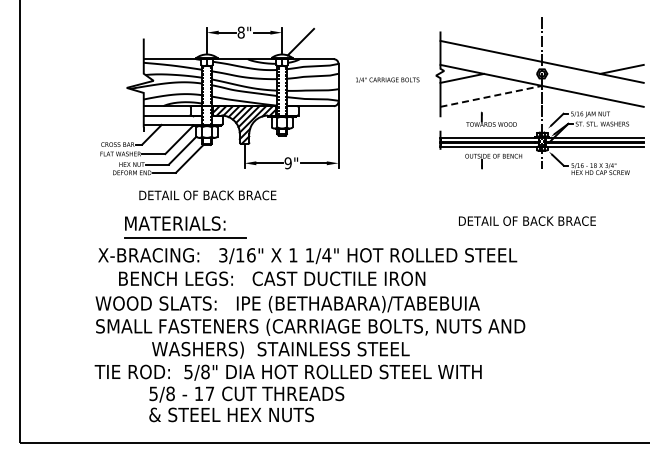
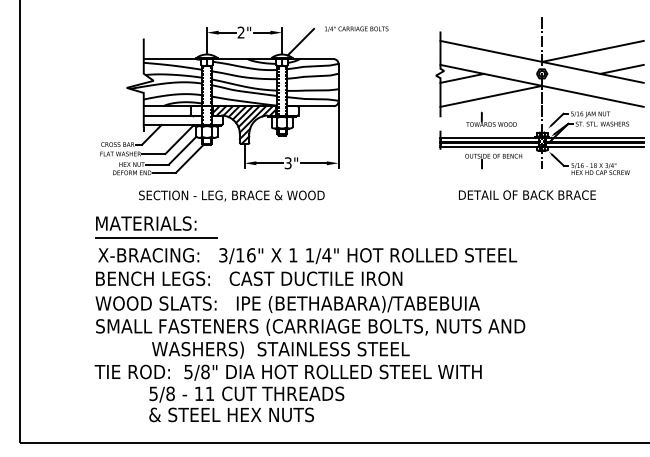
text at (240, 32): 8" -> 2"
line at (592, 50): none -> present
text at (387, 79) position: (387, 79) -> (356, 28)
line at (491, 96): dashed -> solid
text at (287, 163): 9" -> 3"
text at (231, 195): DETAIL OF BACK BRACE -> SECTION - LEG, BRACE & WOOD
text at (527, 220) position: (527, 220) -> (527, 194)
part at (185, 227) position: (185, 227) -> (156, 227)
text at (272, 278) position: (272, 278) -> (249, 278)
text at (210, 393): 17 -> 11
